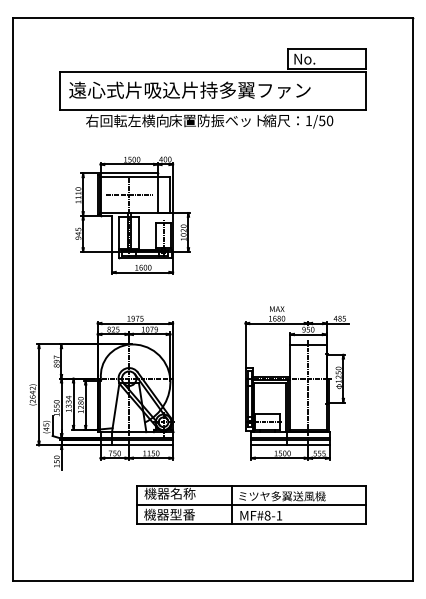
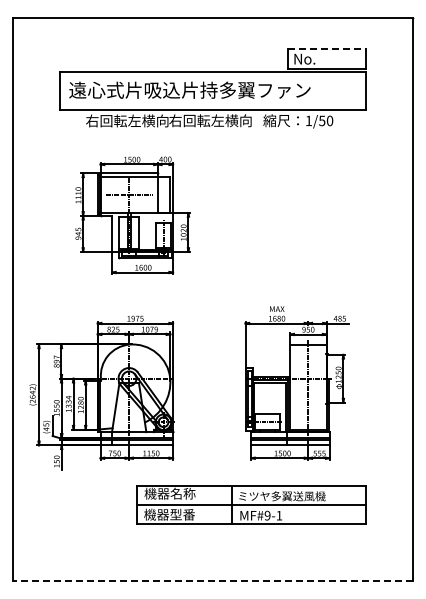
line at (327, 49): solid -> dashed
text at (216, 120): 床置防振ベット -> 右回転左横向
text at (267, 515): MF#8-1 -> MF#9-1
line at (212, 581): solid -> dashed
